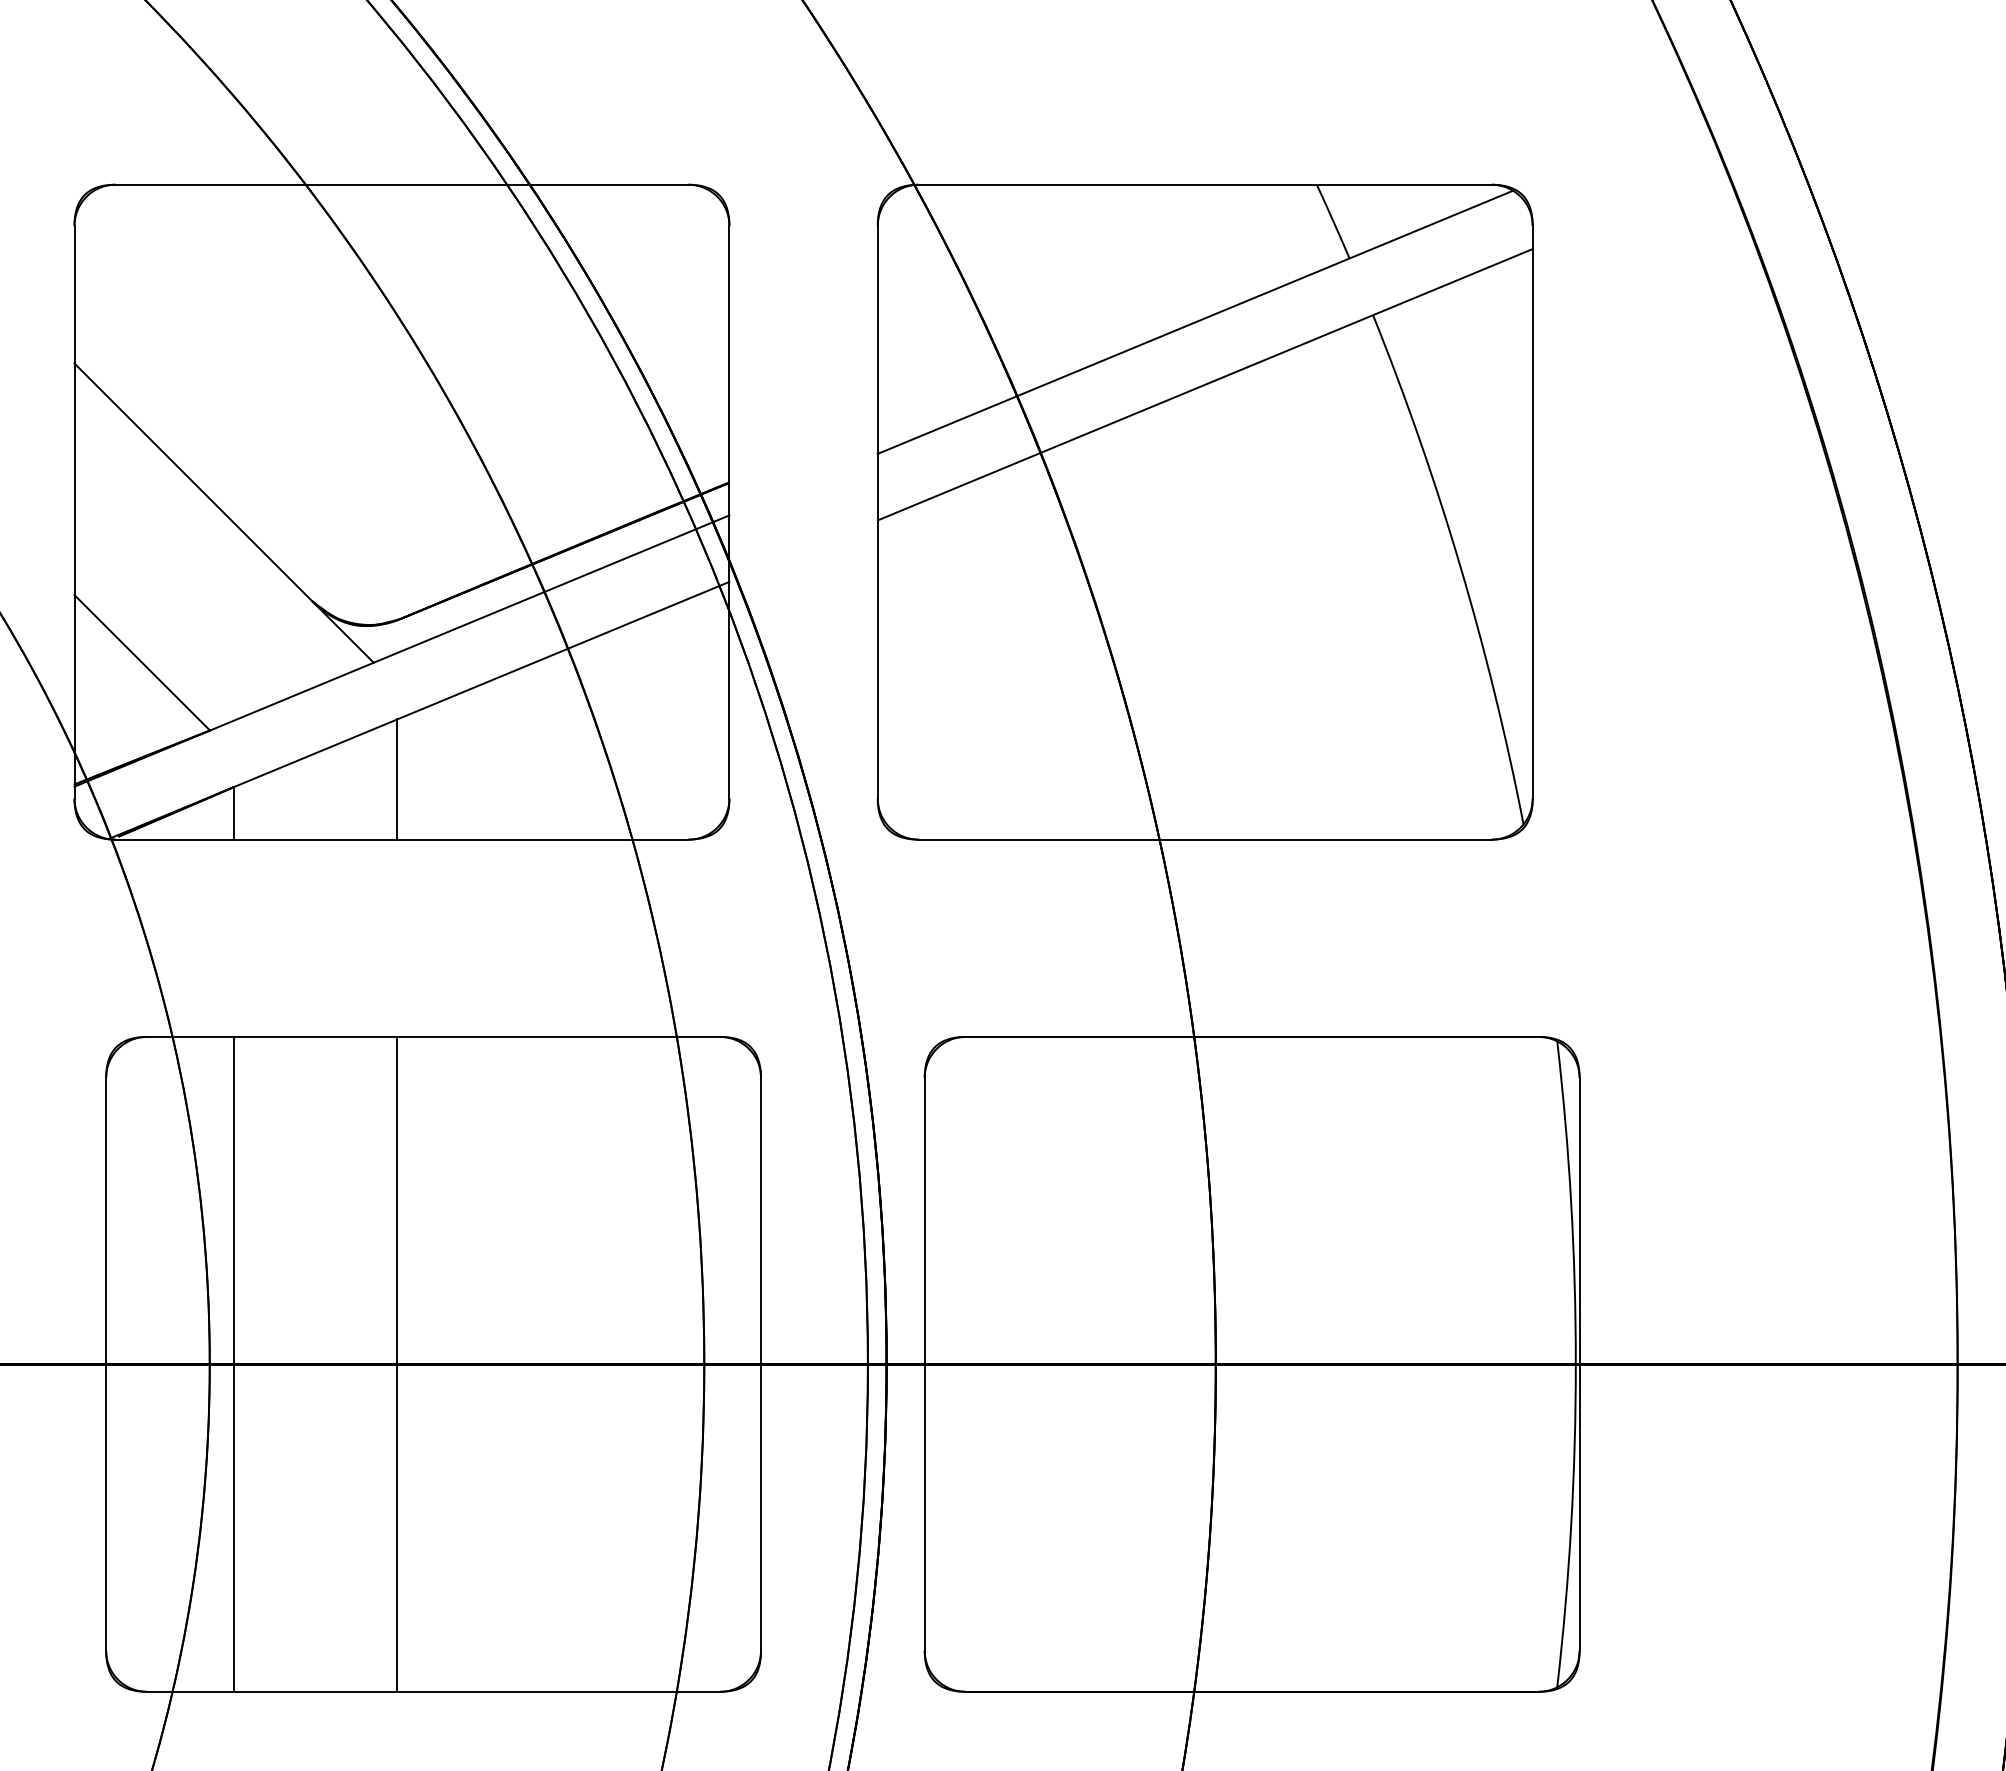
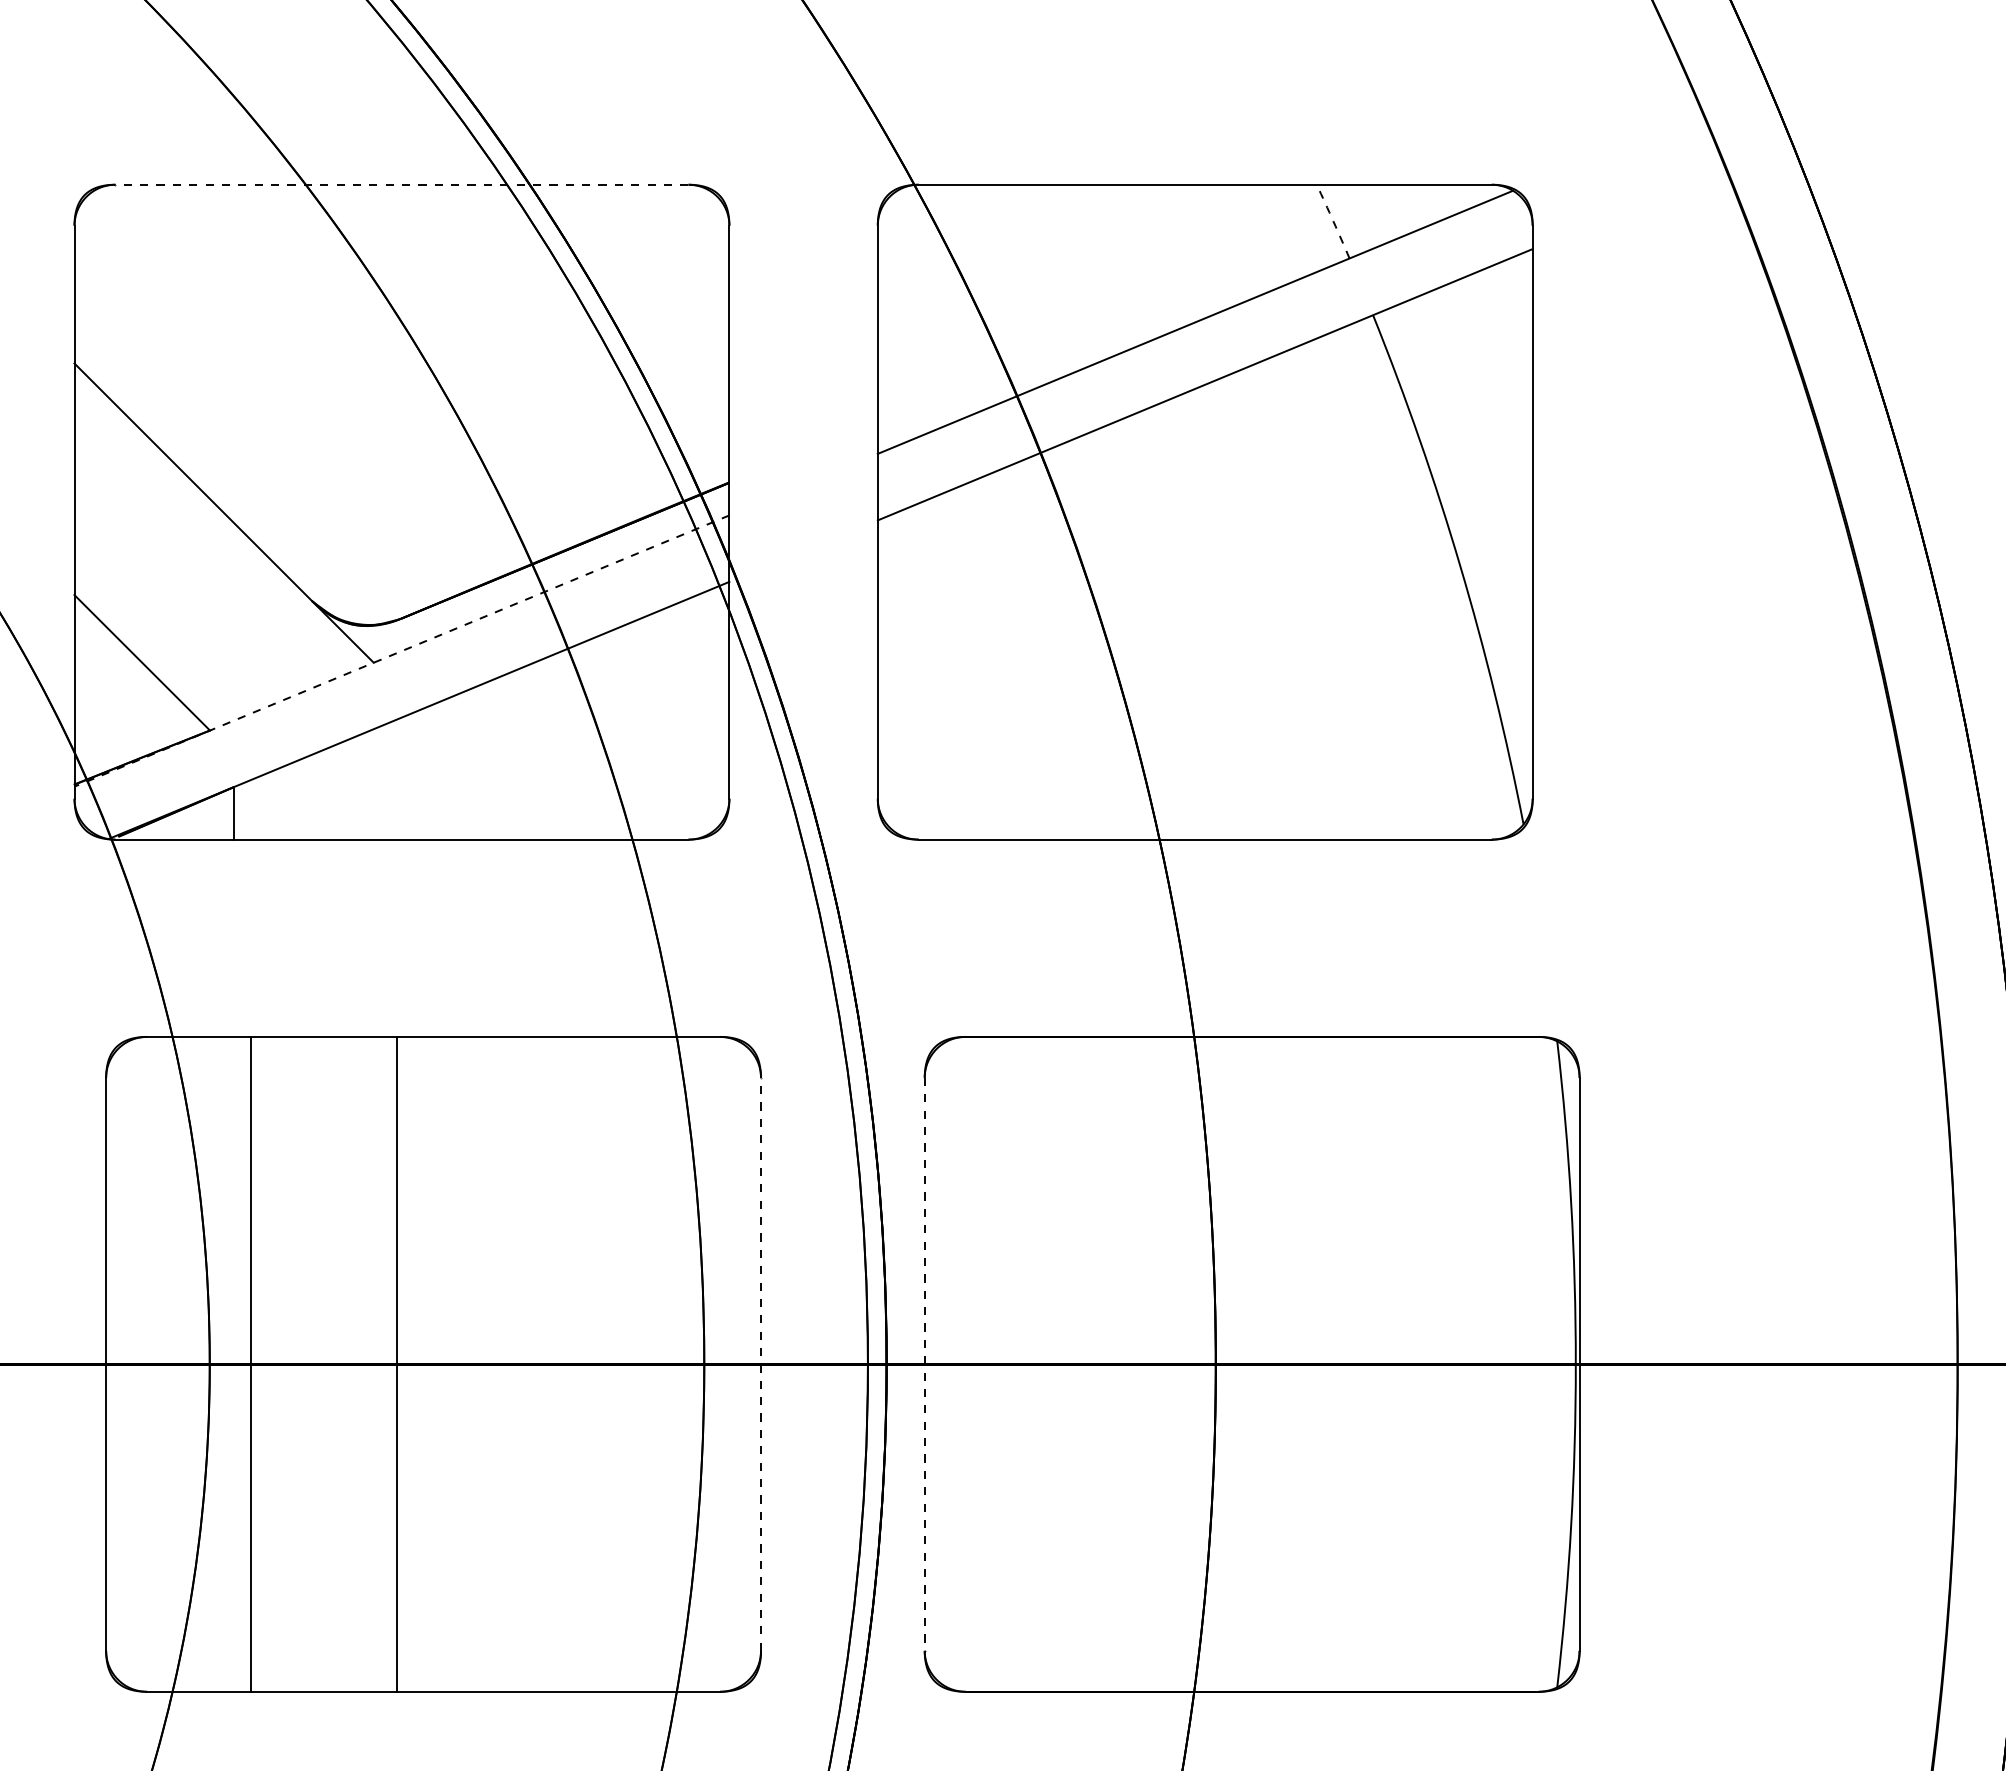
line at (401, 184): solid -> dashed
arc at (1333, 221): solid -> dashed
line at (401, 651): solid -> dashed
line at (397, 779): present -> none
line at (233, 1363) position: (233, 1363) -> (250, 1363)
line at (761, 1364): solid -> dashed
line at (924, 1364): solid -> dashed
